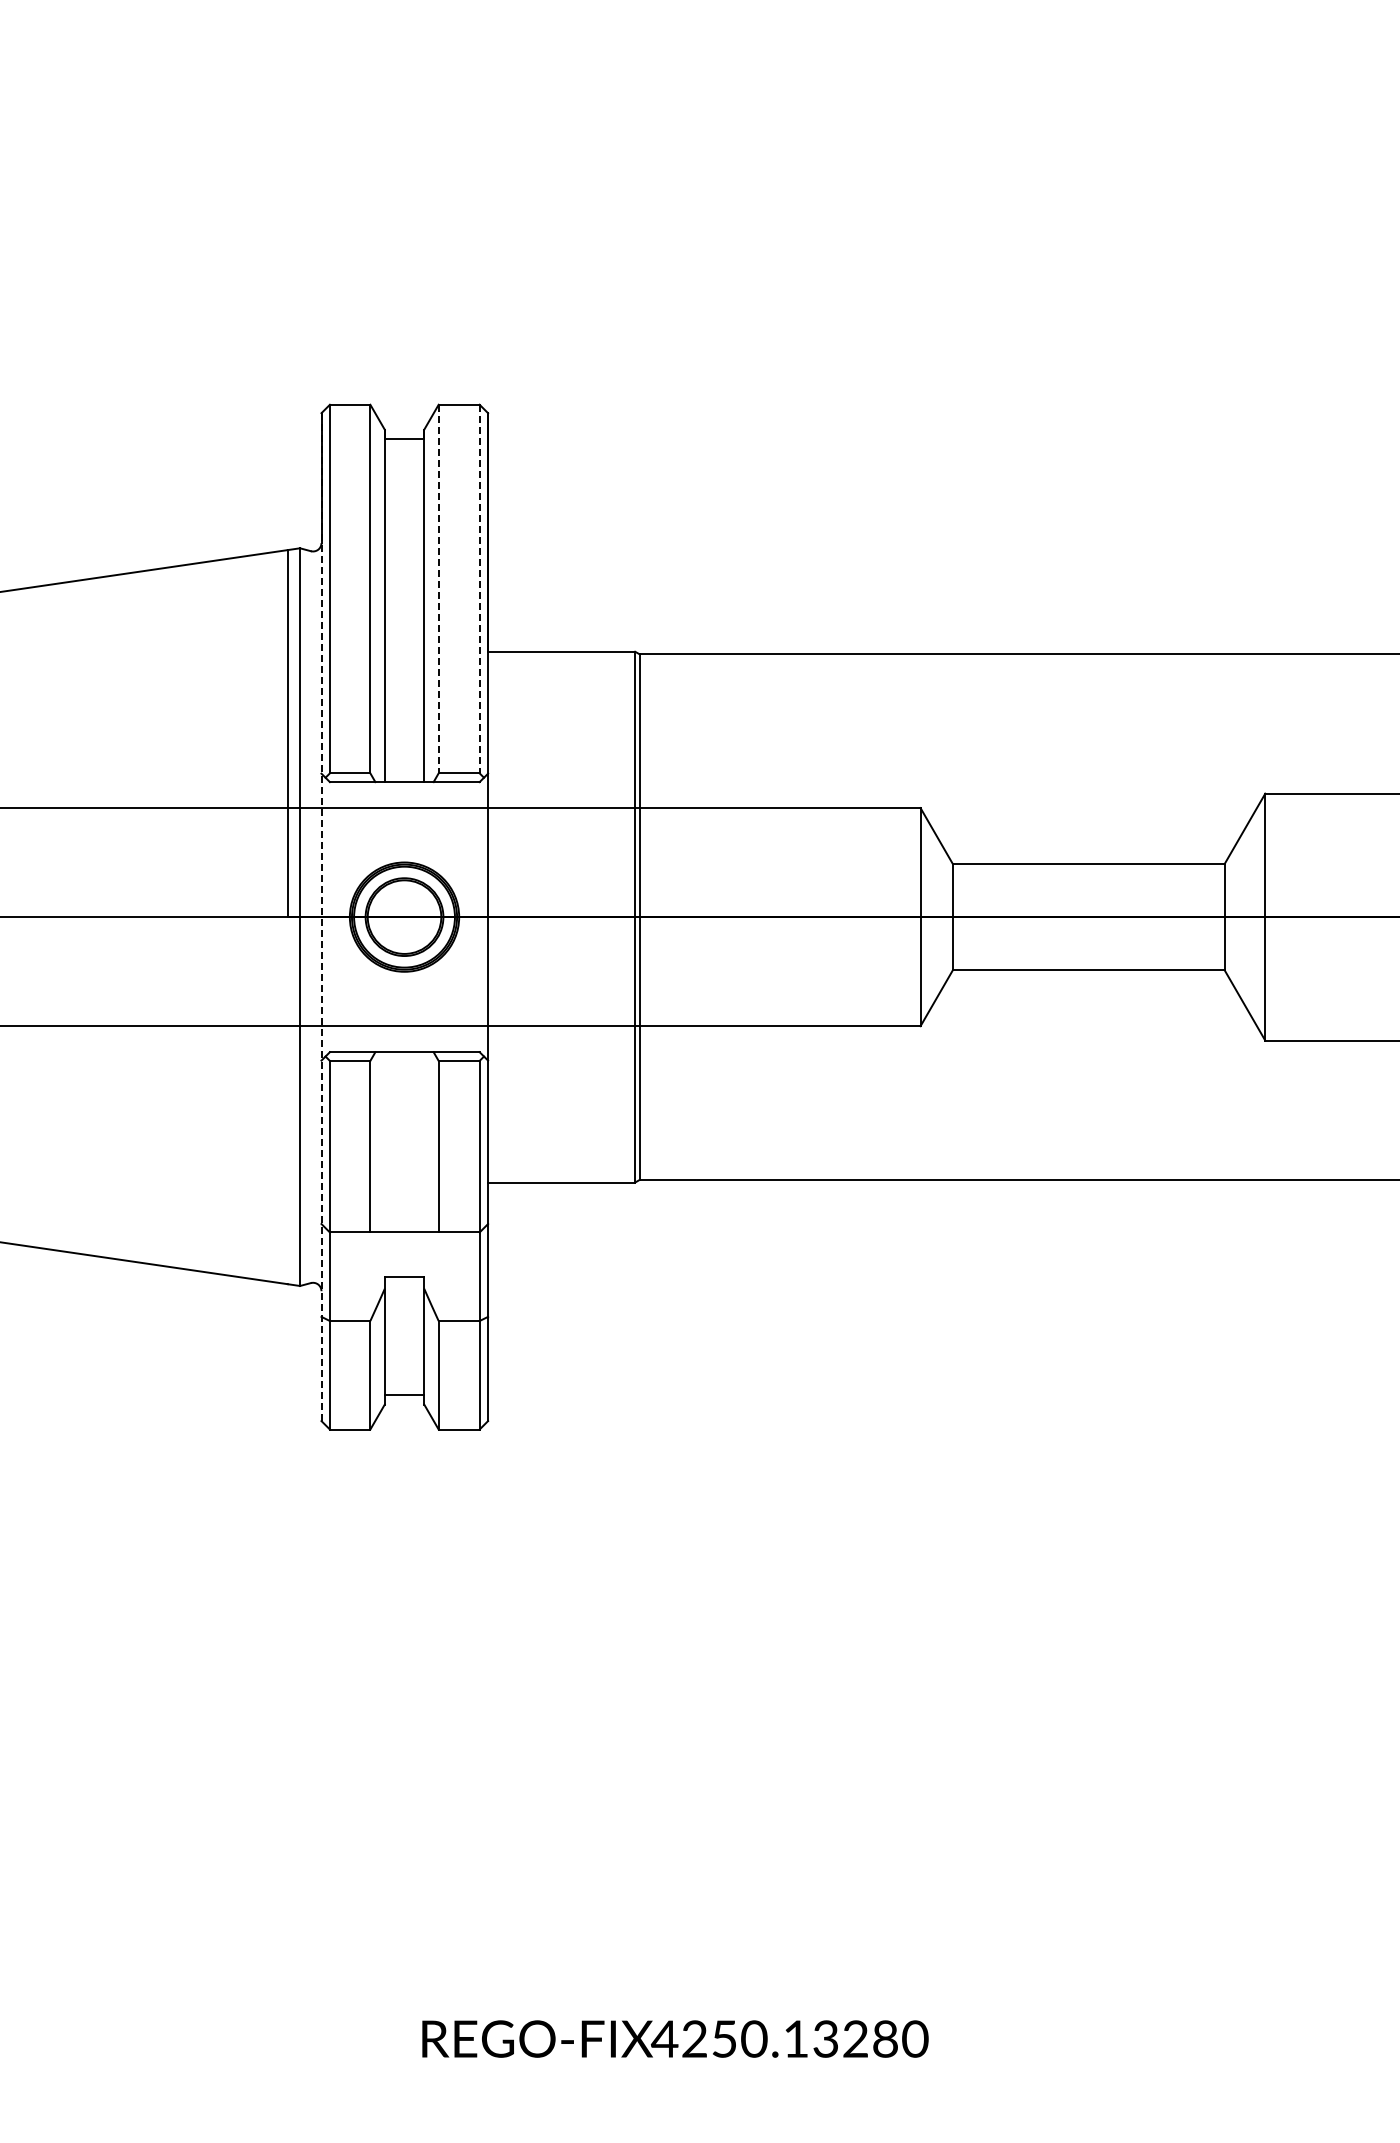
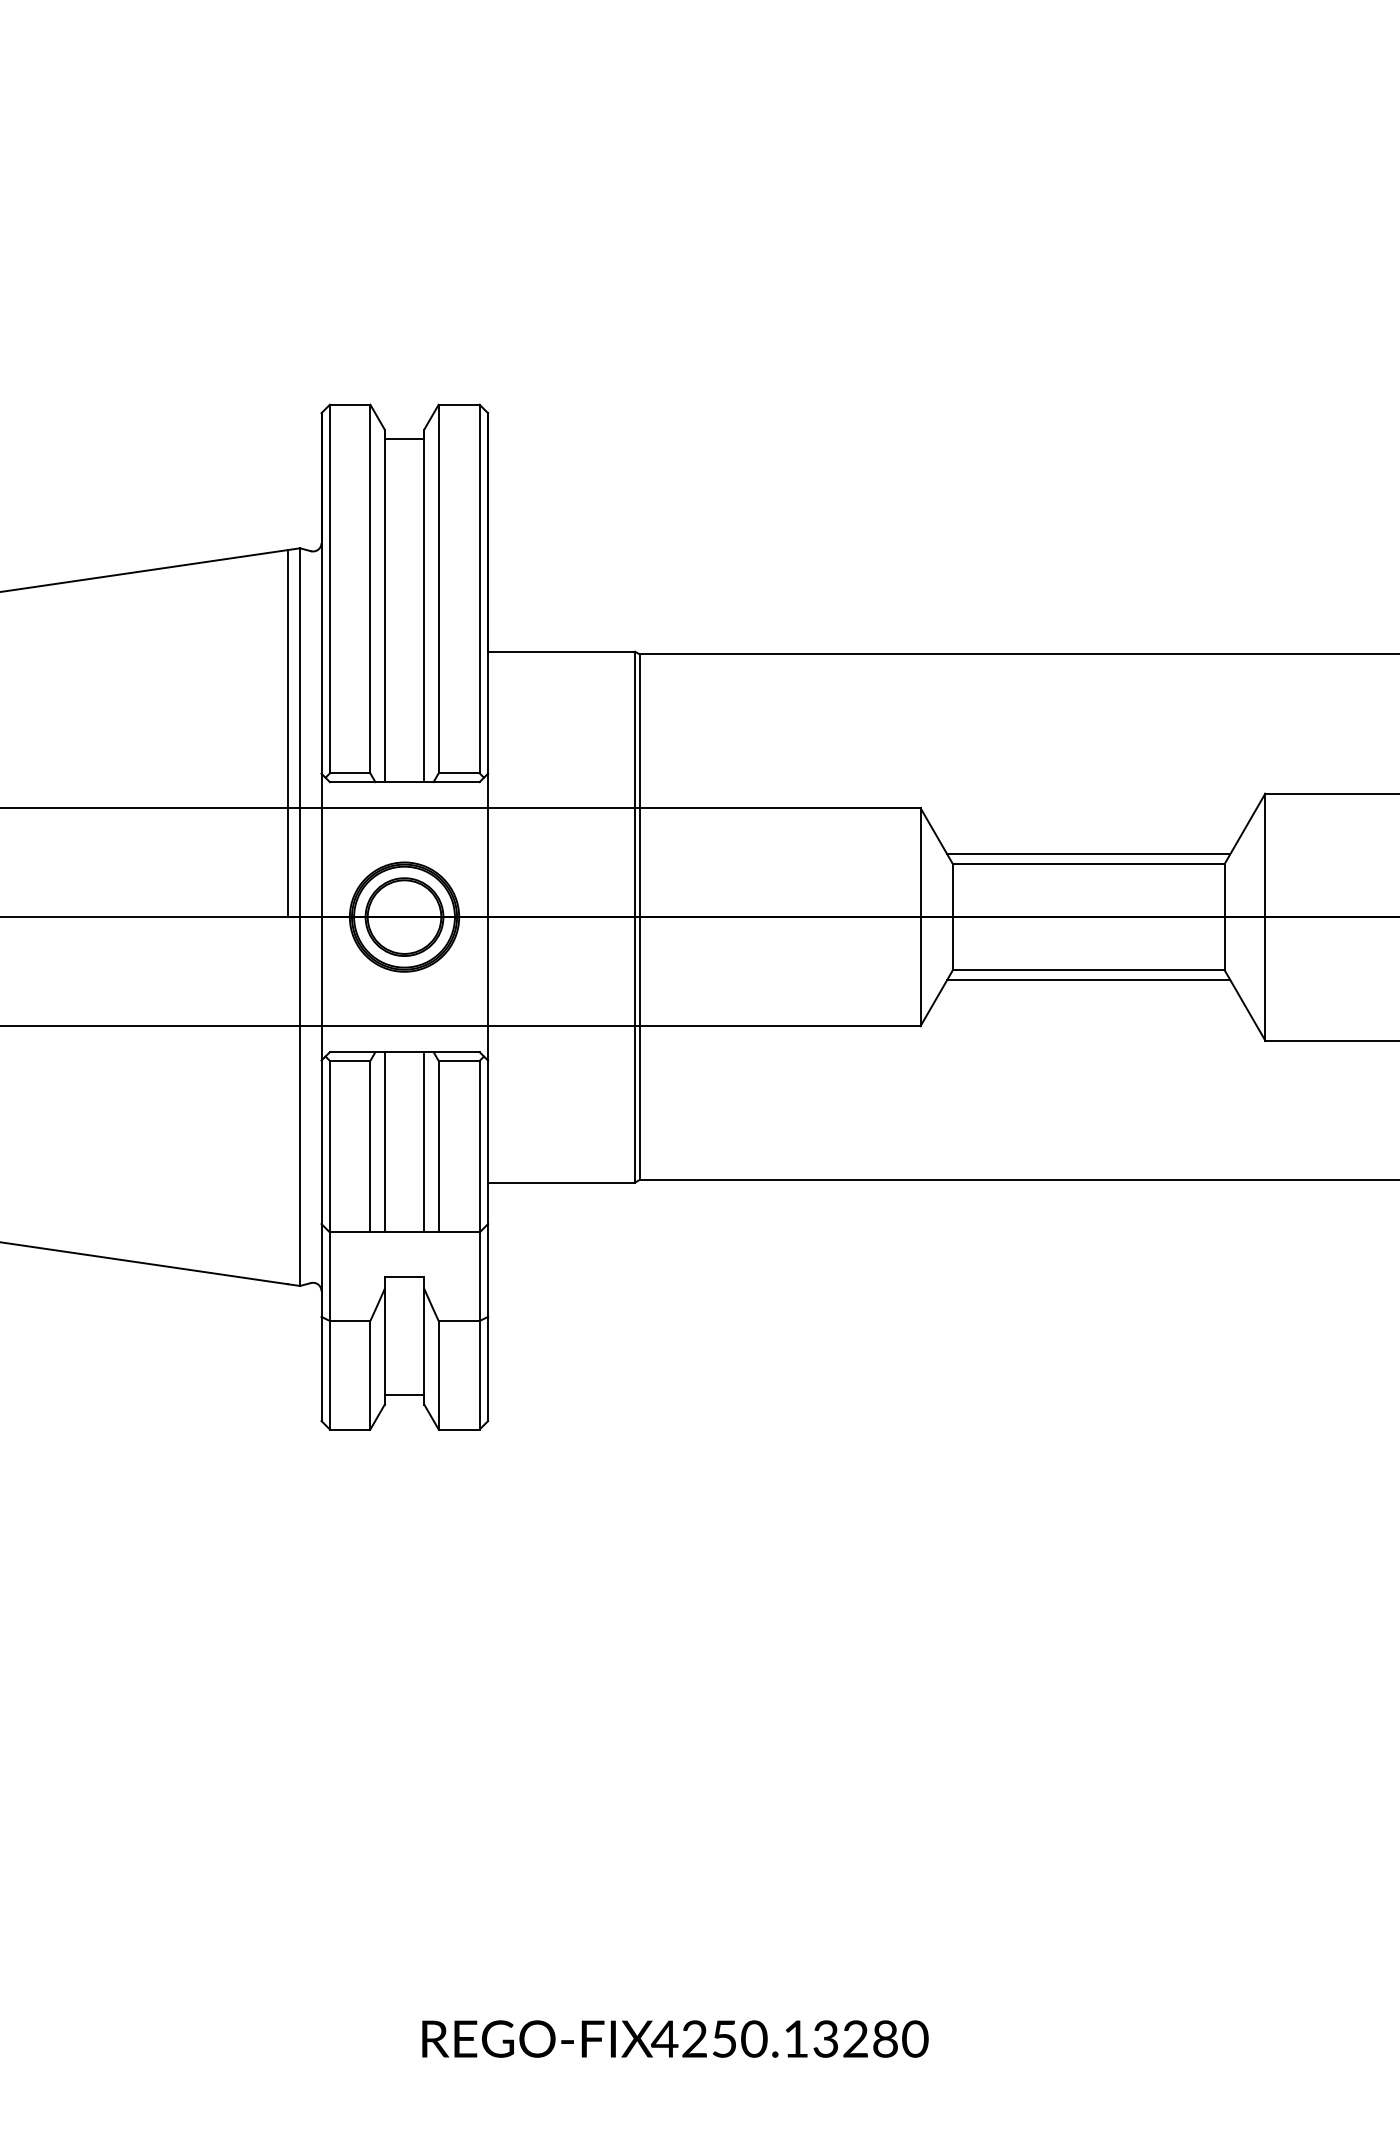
line at (438, 589): dashed -> solid
line at (479, 589): dashed -> solid
line at (1088, 854): none -> present
line at (321, 917): dashed -> solid
line at (1088, 980): none -> present
line at (384, 1142): none -> present
line at (424, 1142): none -> present
